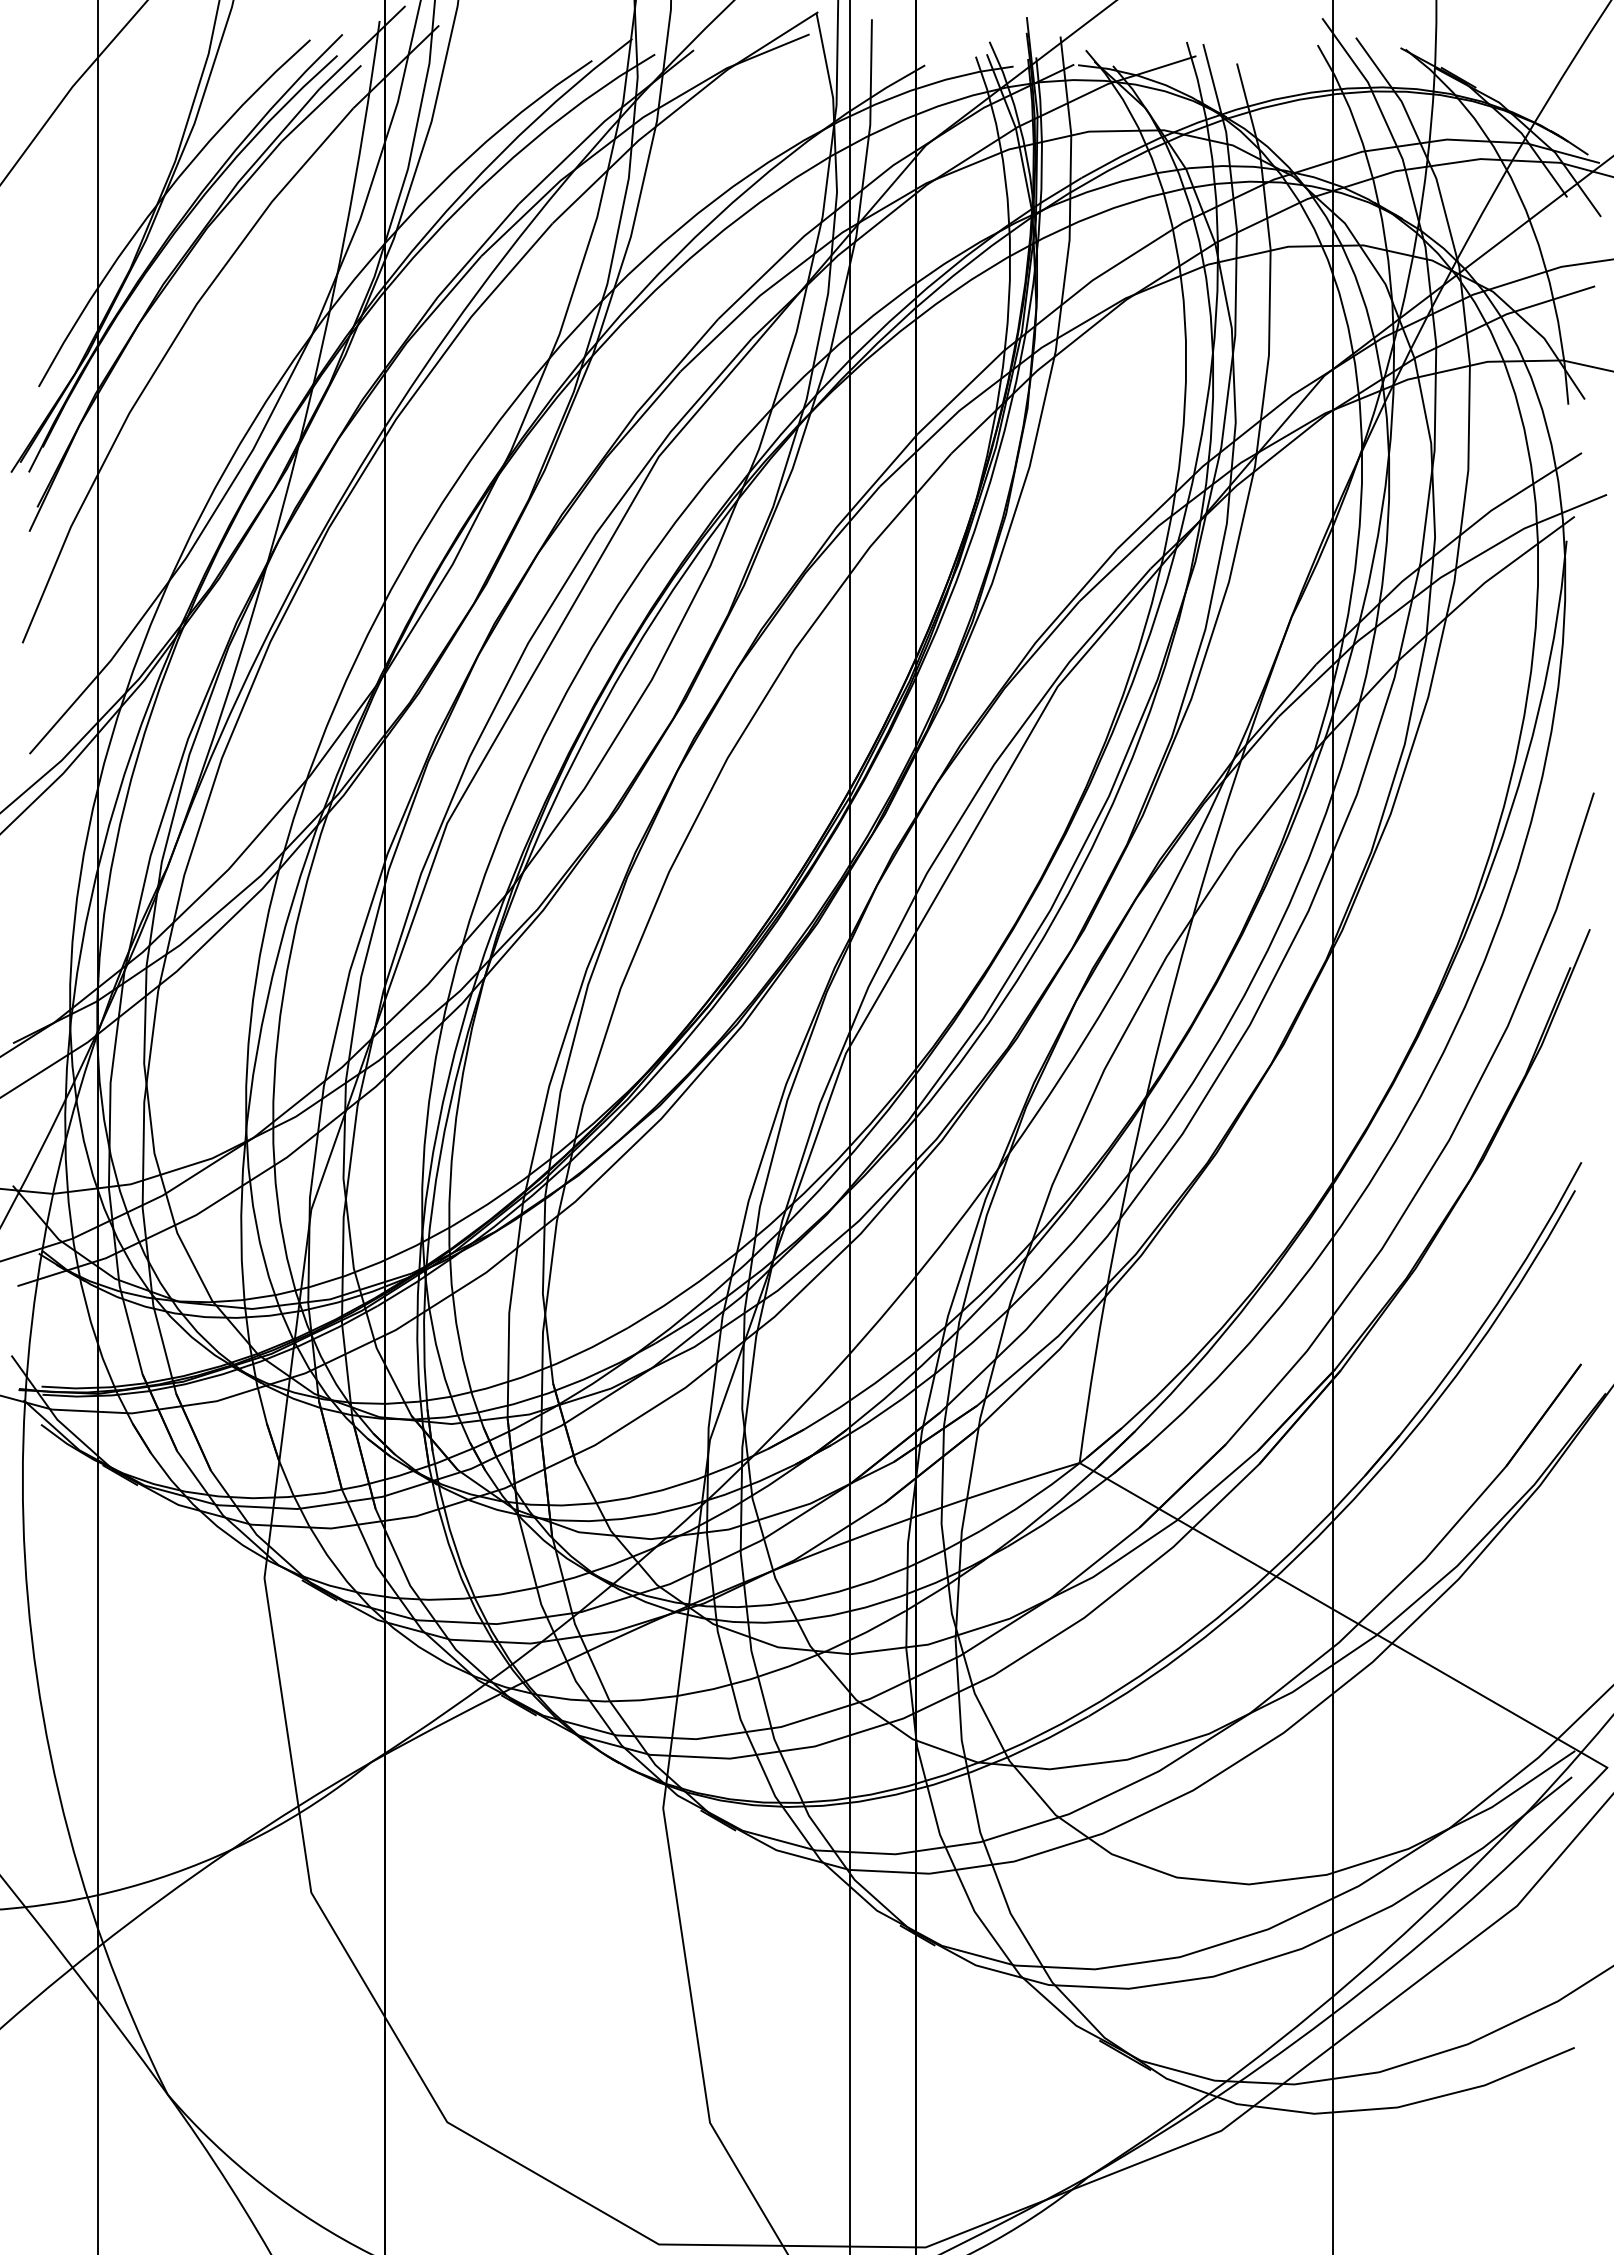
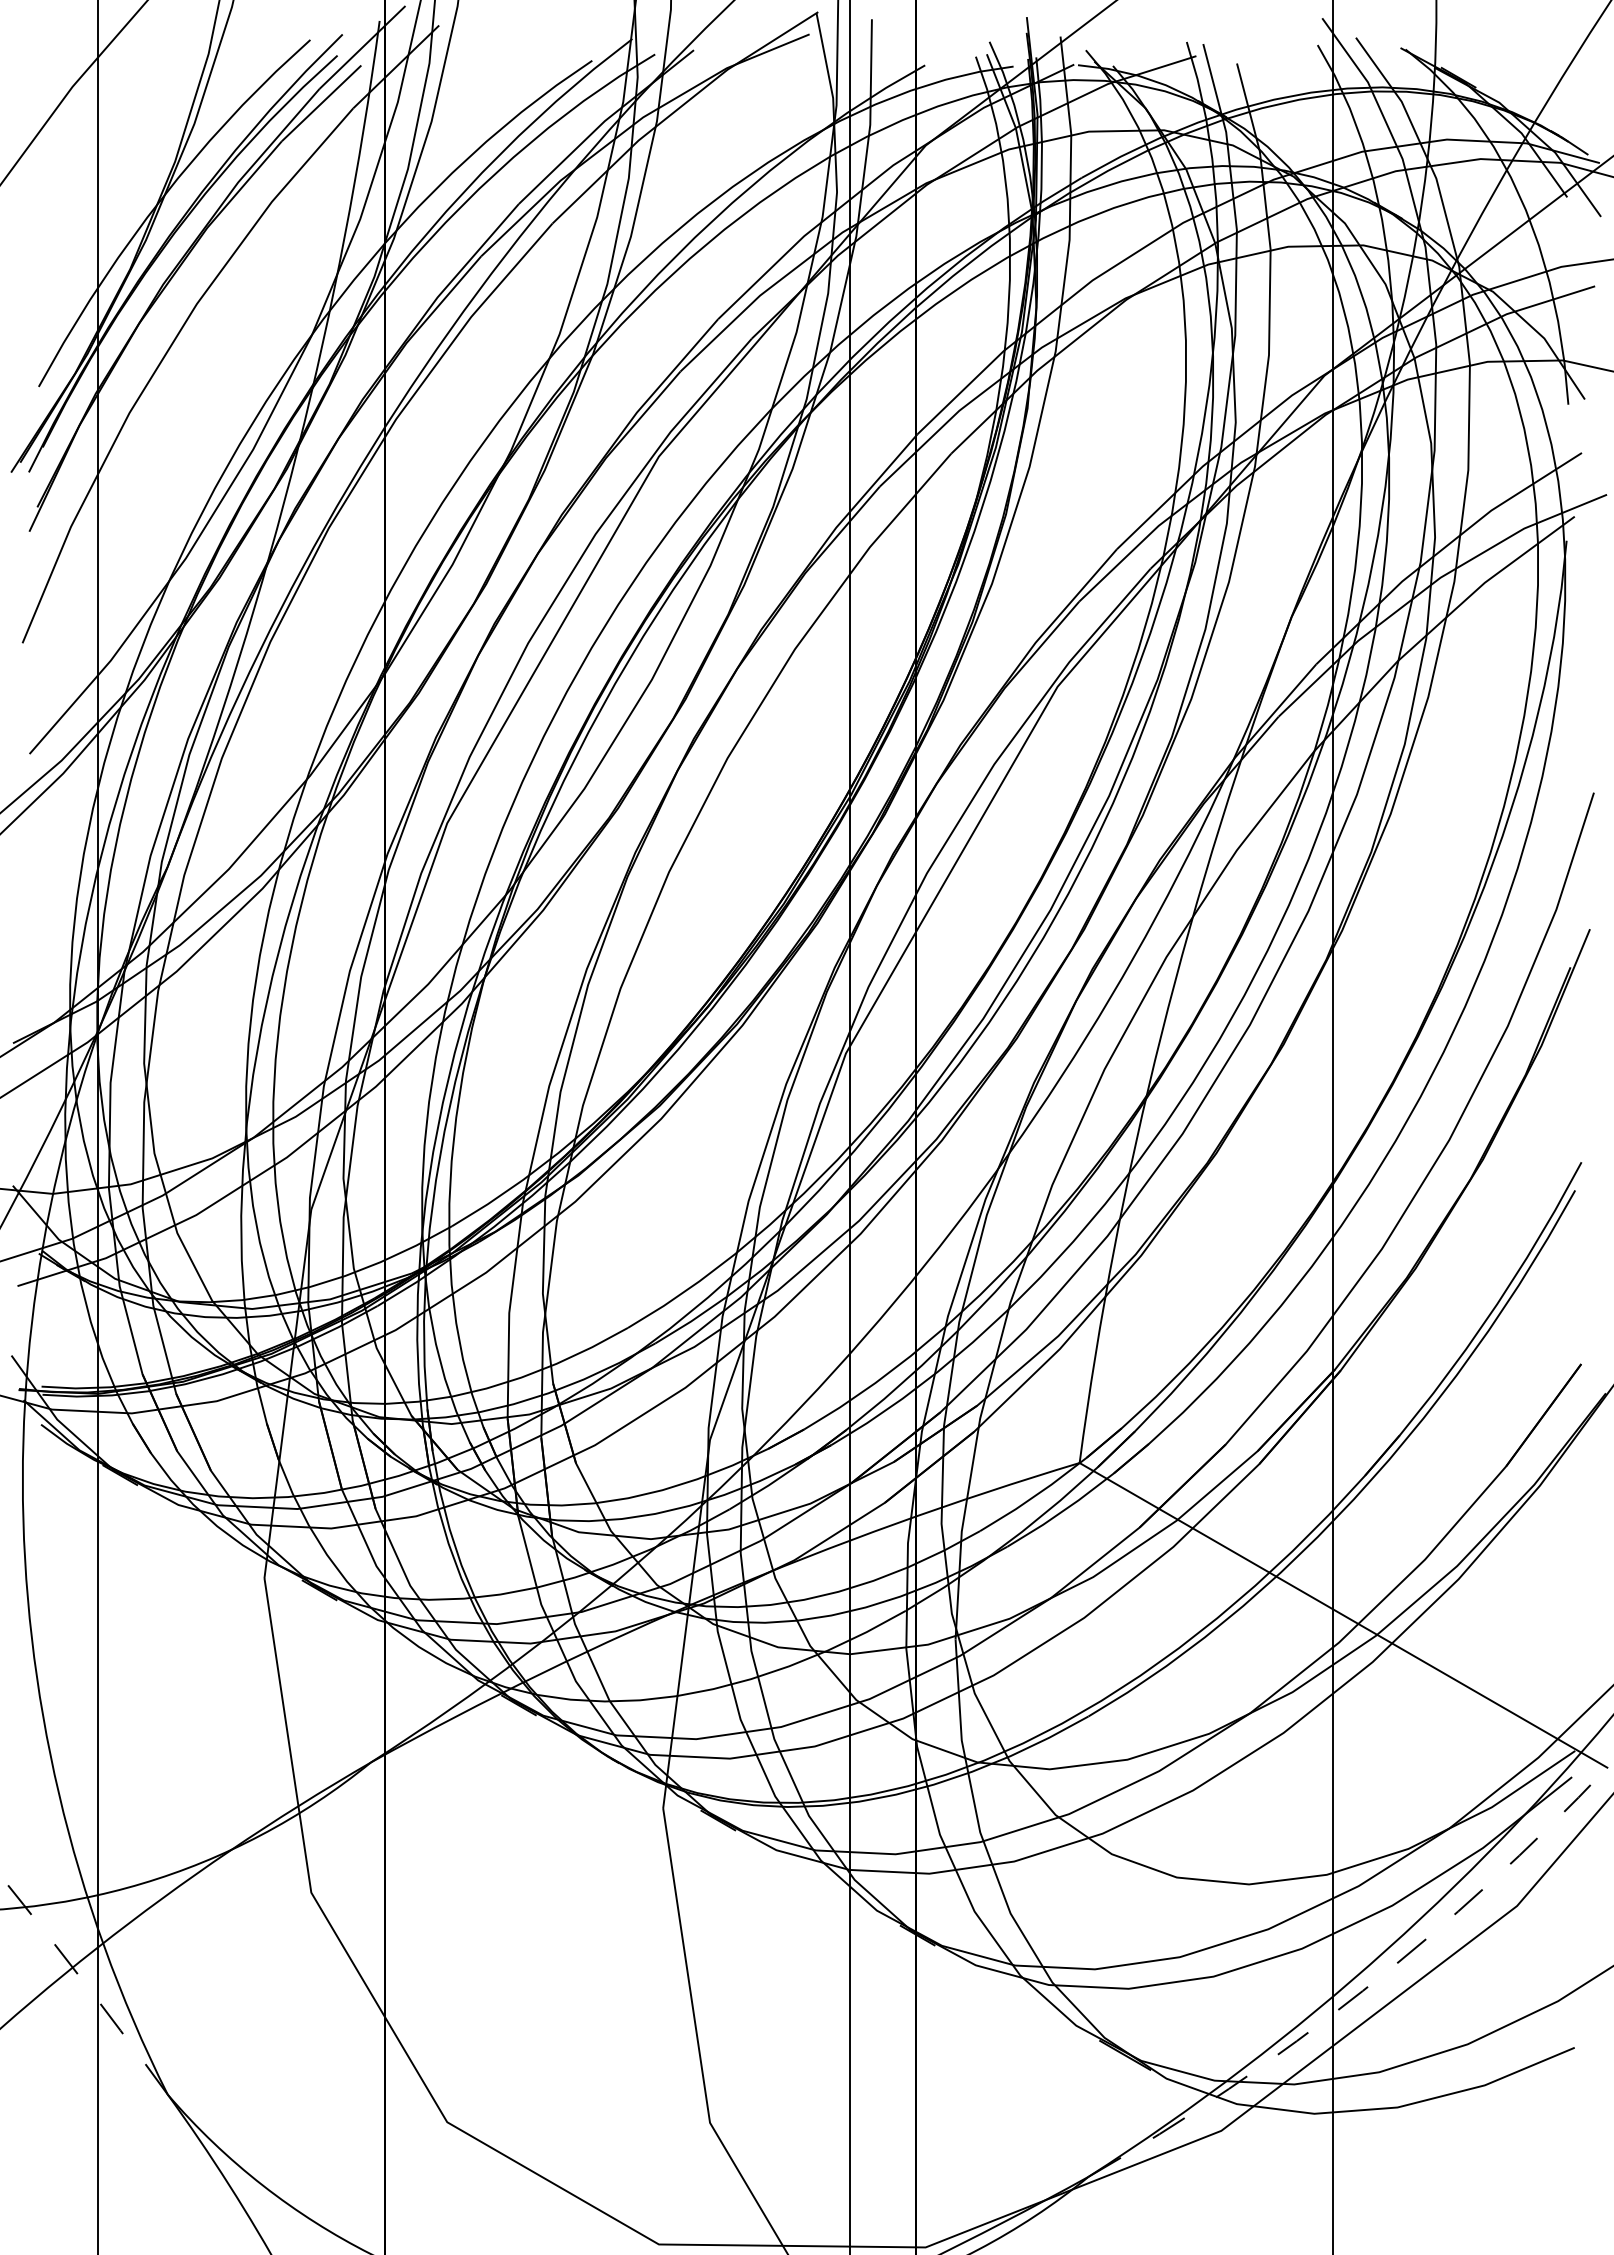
arc at (85, 1983): solid -> dashed
arc at (1362, 1991): solid -> dashed
